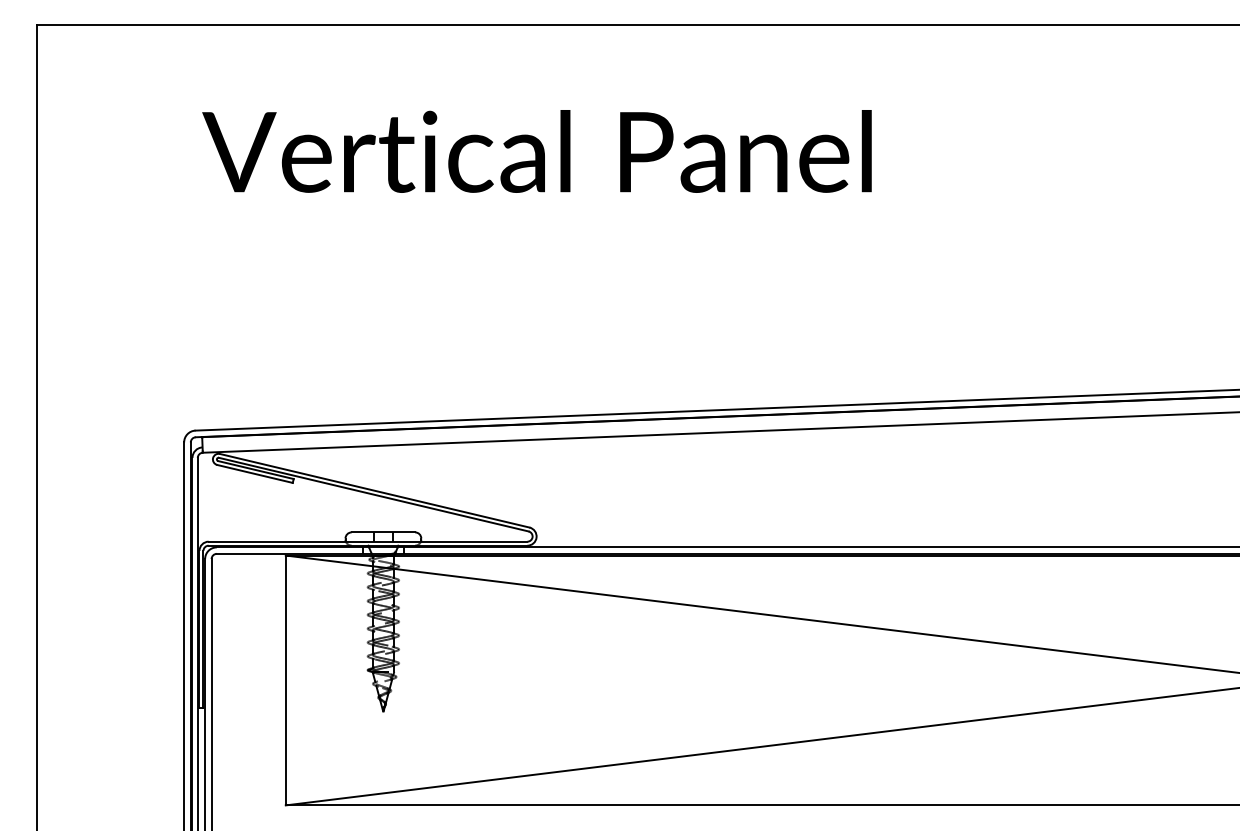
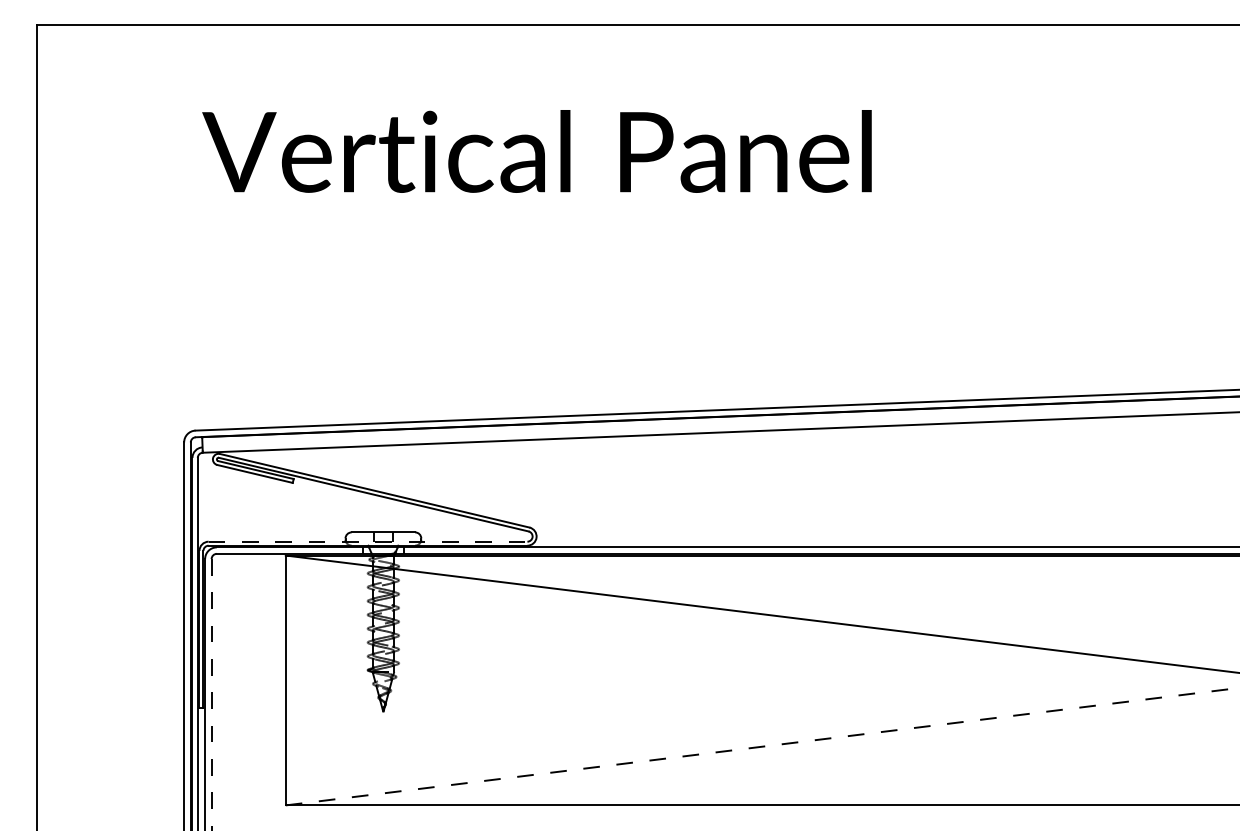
line at (368, 541): solid -> dashed
line at (211, 694): solid -> dashed
line at (762, 746): solid -> dashed
